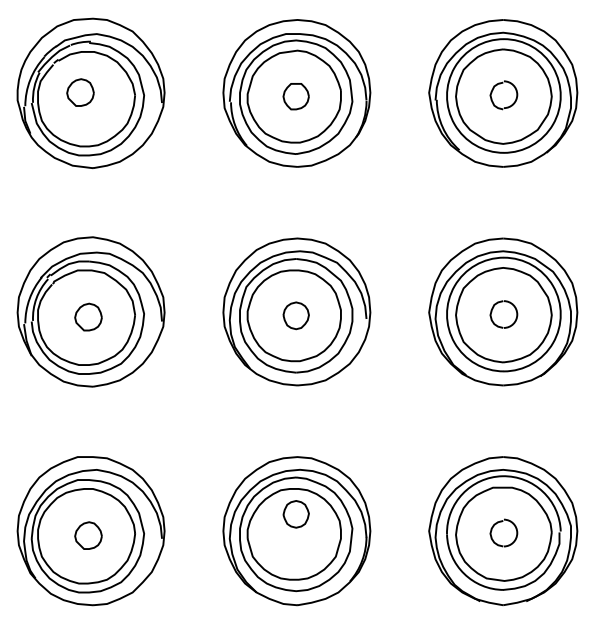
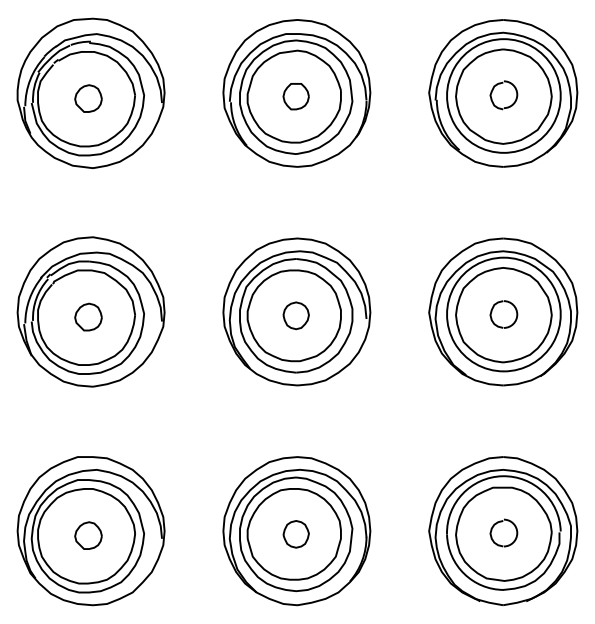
part at (80, 92) position: (80, 92) -> (88, 98)
part at (295, 514) position: (295, 514) -> (295, 534)
